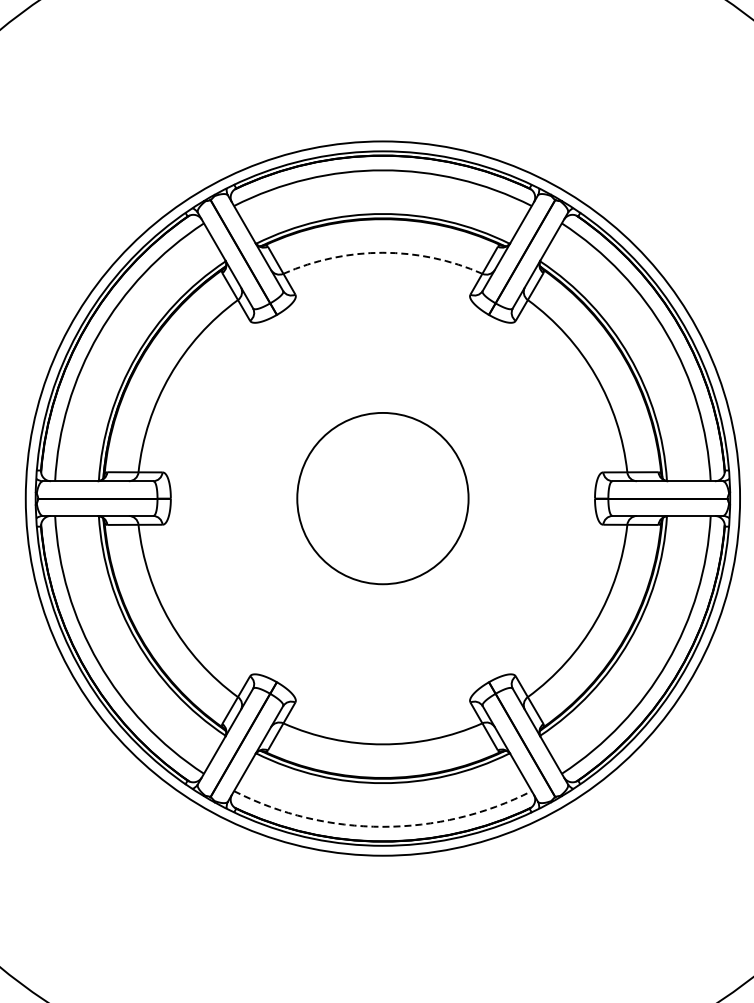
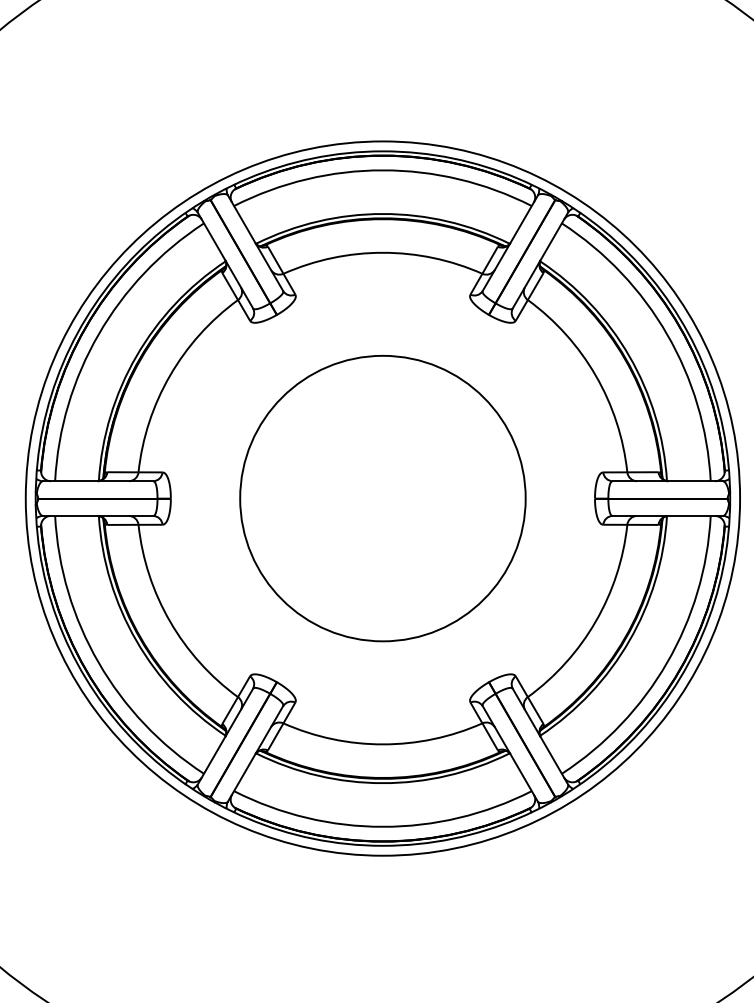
arc at (382, 252): dashed -> solid
circle at (382, 498) diameter: 171 px -> 286 px
arc at (382, 826): dashed -> solid
